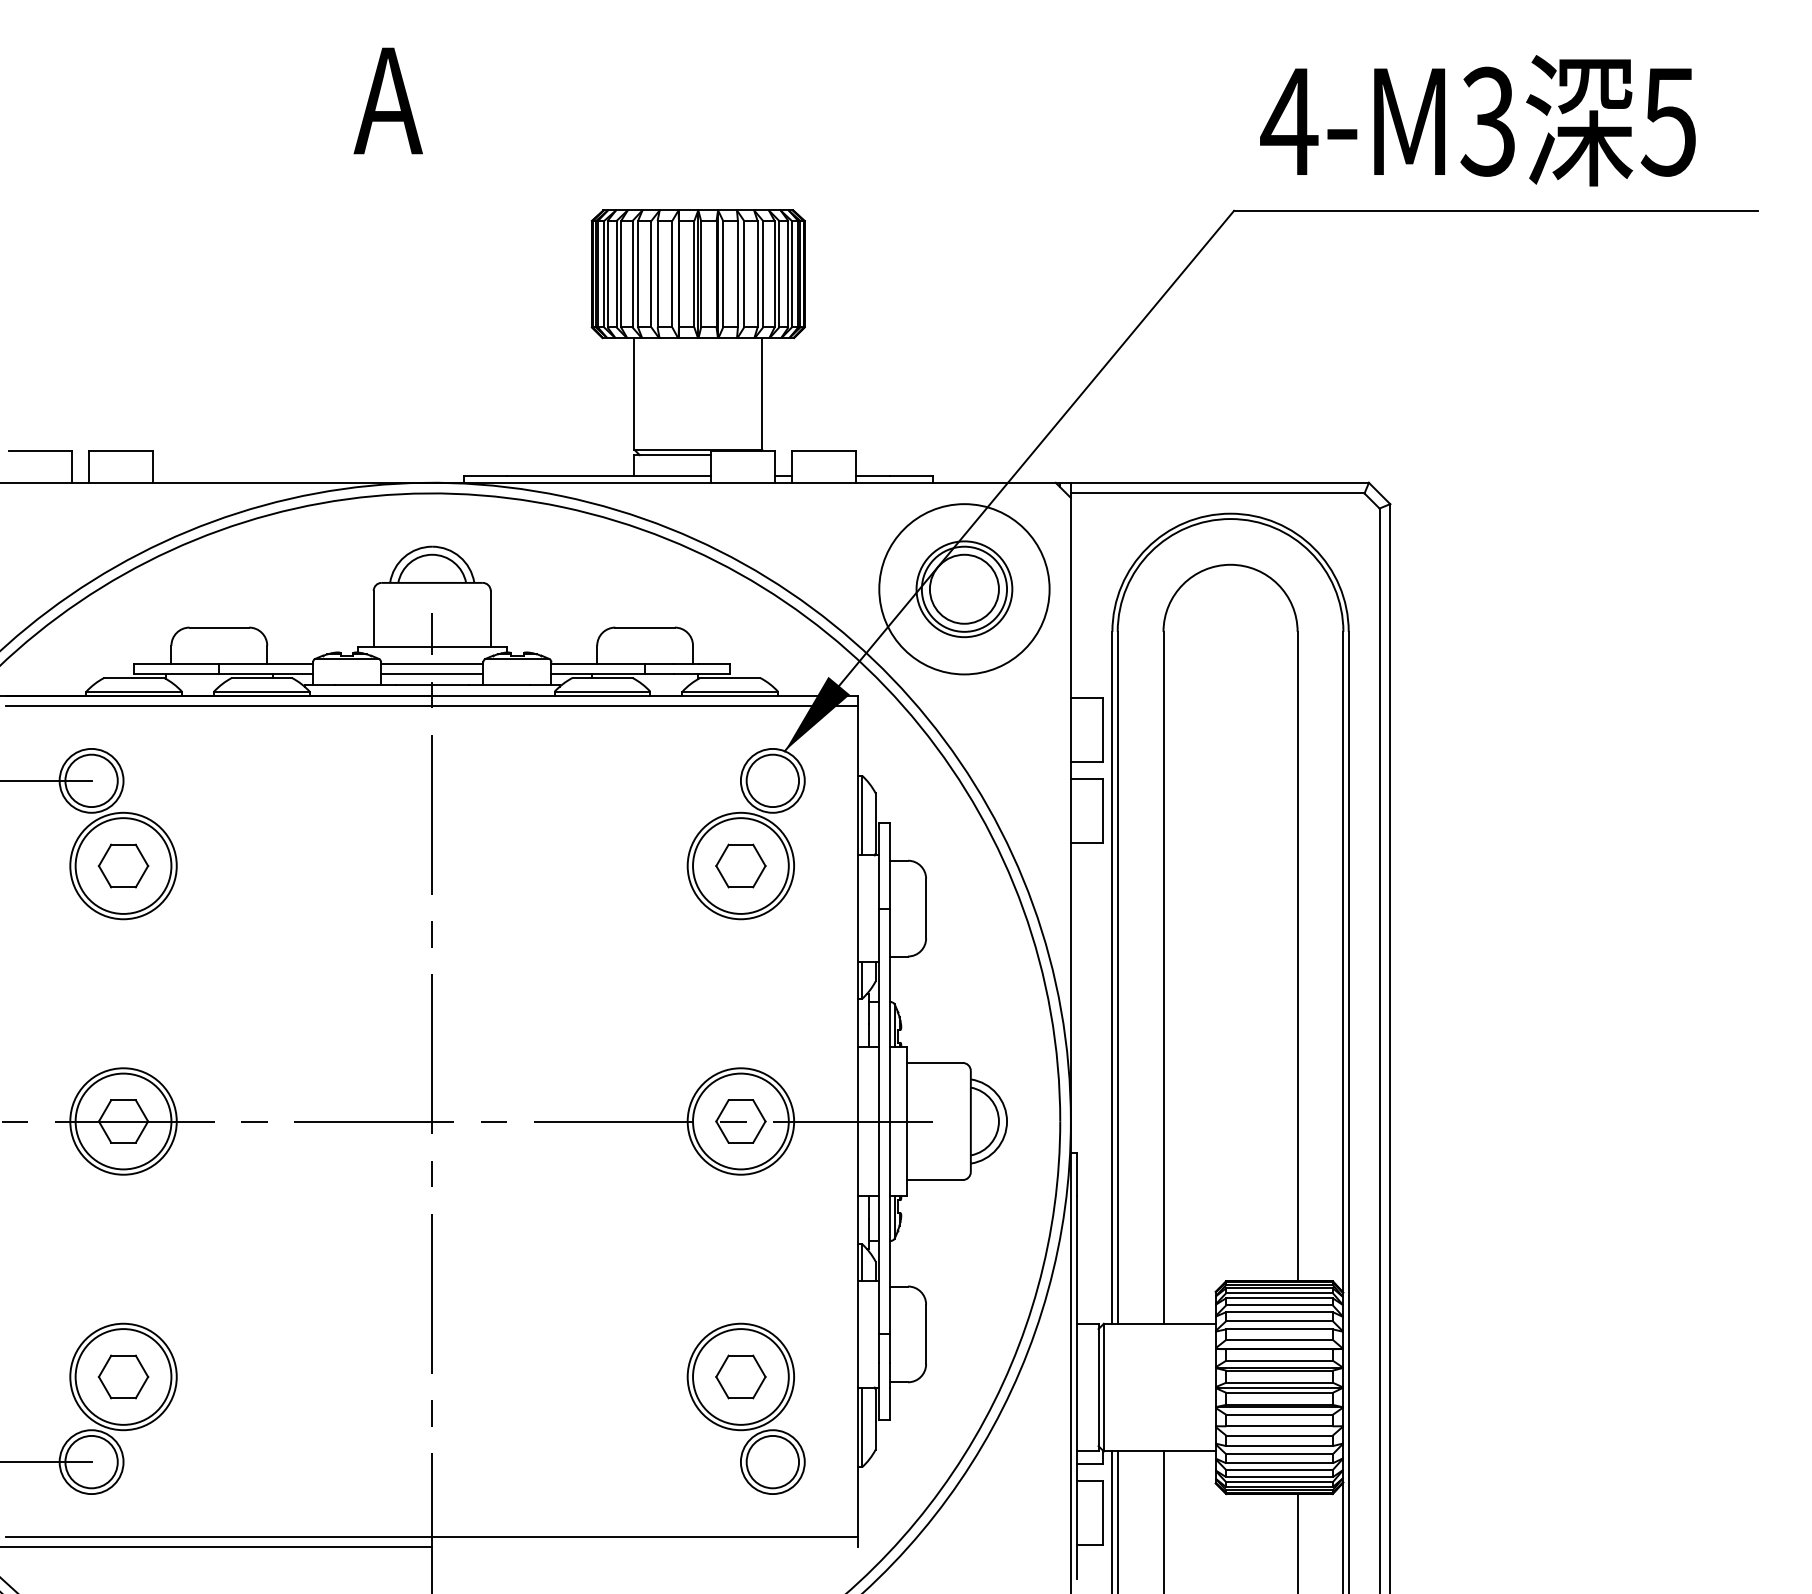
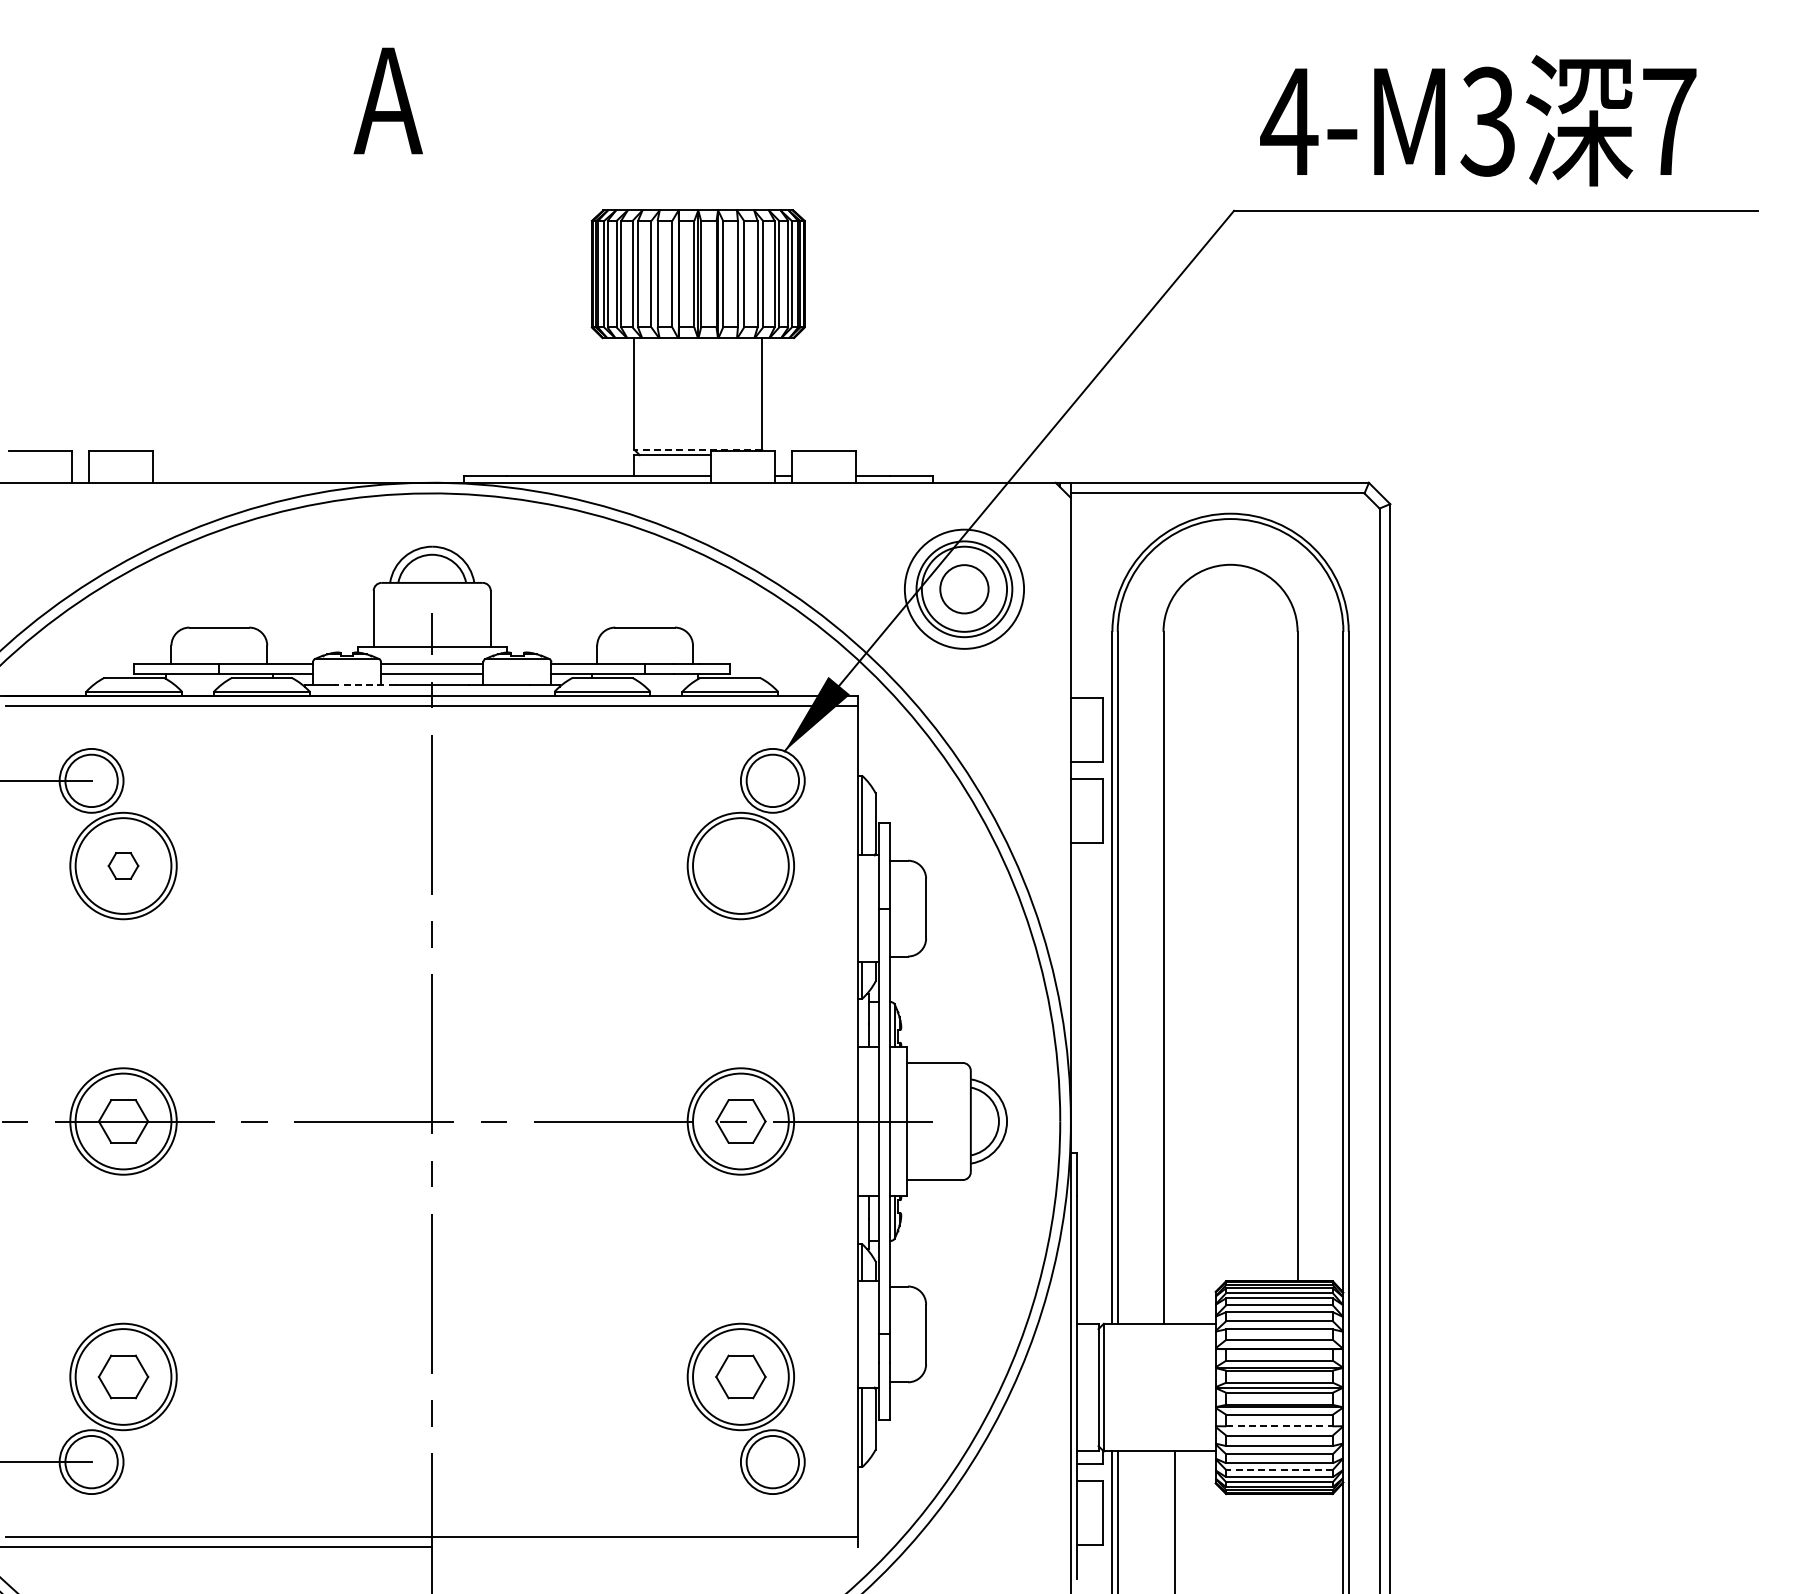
text at (1668, 122): 5 -> 7
line at (698, 449): solid -> dashed
circle at (963, 588) diameter: 69 px -> 48 px
circle at (964, 589) diameter: 170 px -> 119 px
line at (364, 685): solid -> dashed
part at (123, 865) size: 53x46 px -> 33x28 px
part at (740, 865): present -> none
line at (1280, 1426): solid -> dashed
line at (1279, 1470): solid -> dashed
line at (1163, 1520) position: (1163, 1520) -> (1174, 1520)
line at (1297, 1542): present -> none
